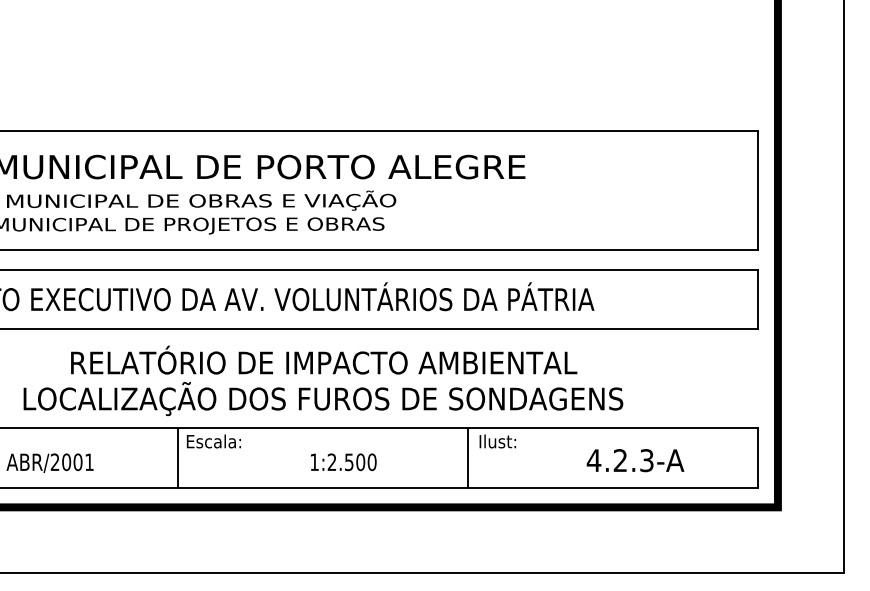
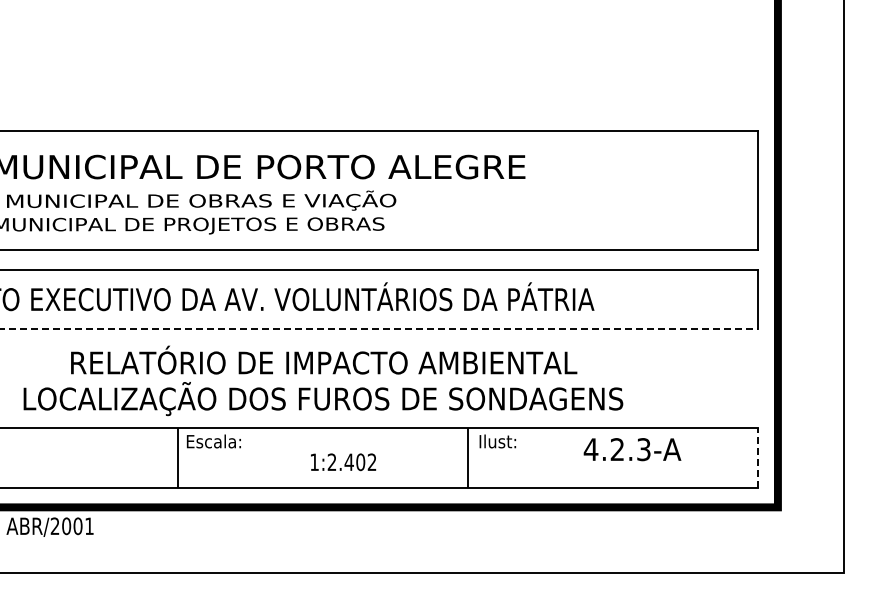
line at (379, 329): solid -> dashed
line at (758, 457): solid -> dashed
text at (635, 460) position: (635, 460) -> (632, 449)
text at (49, 462) position: (49, 462) -> (49, 526)
text at (360, 462): 1:2.500 -> 1:2.402
